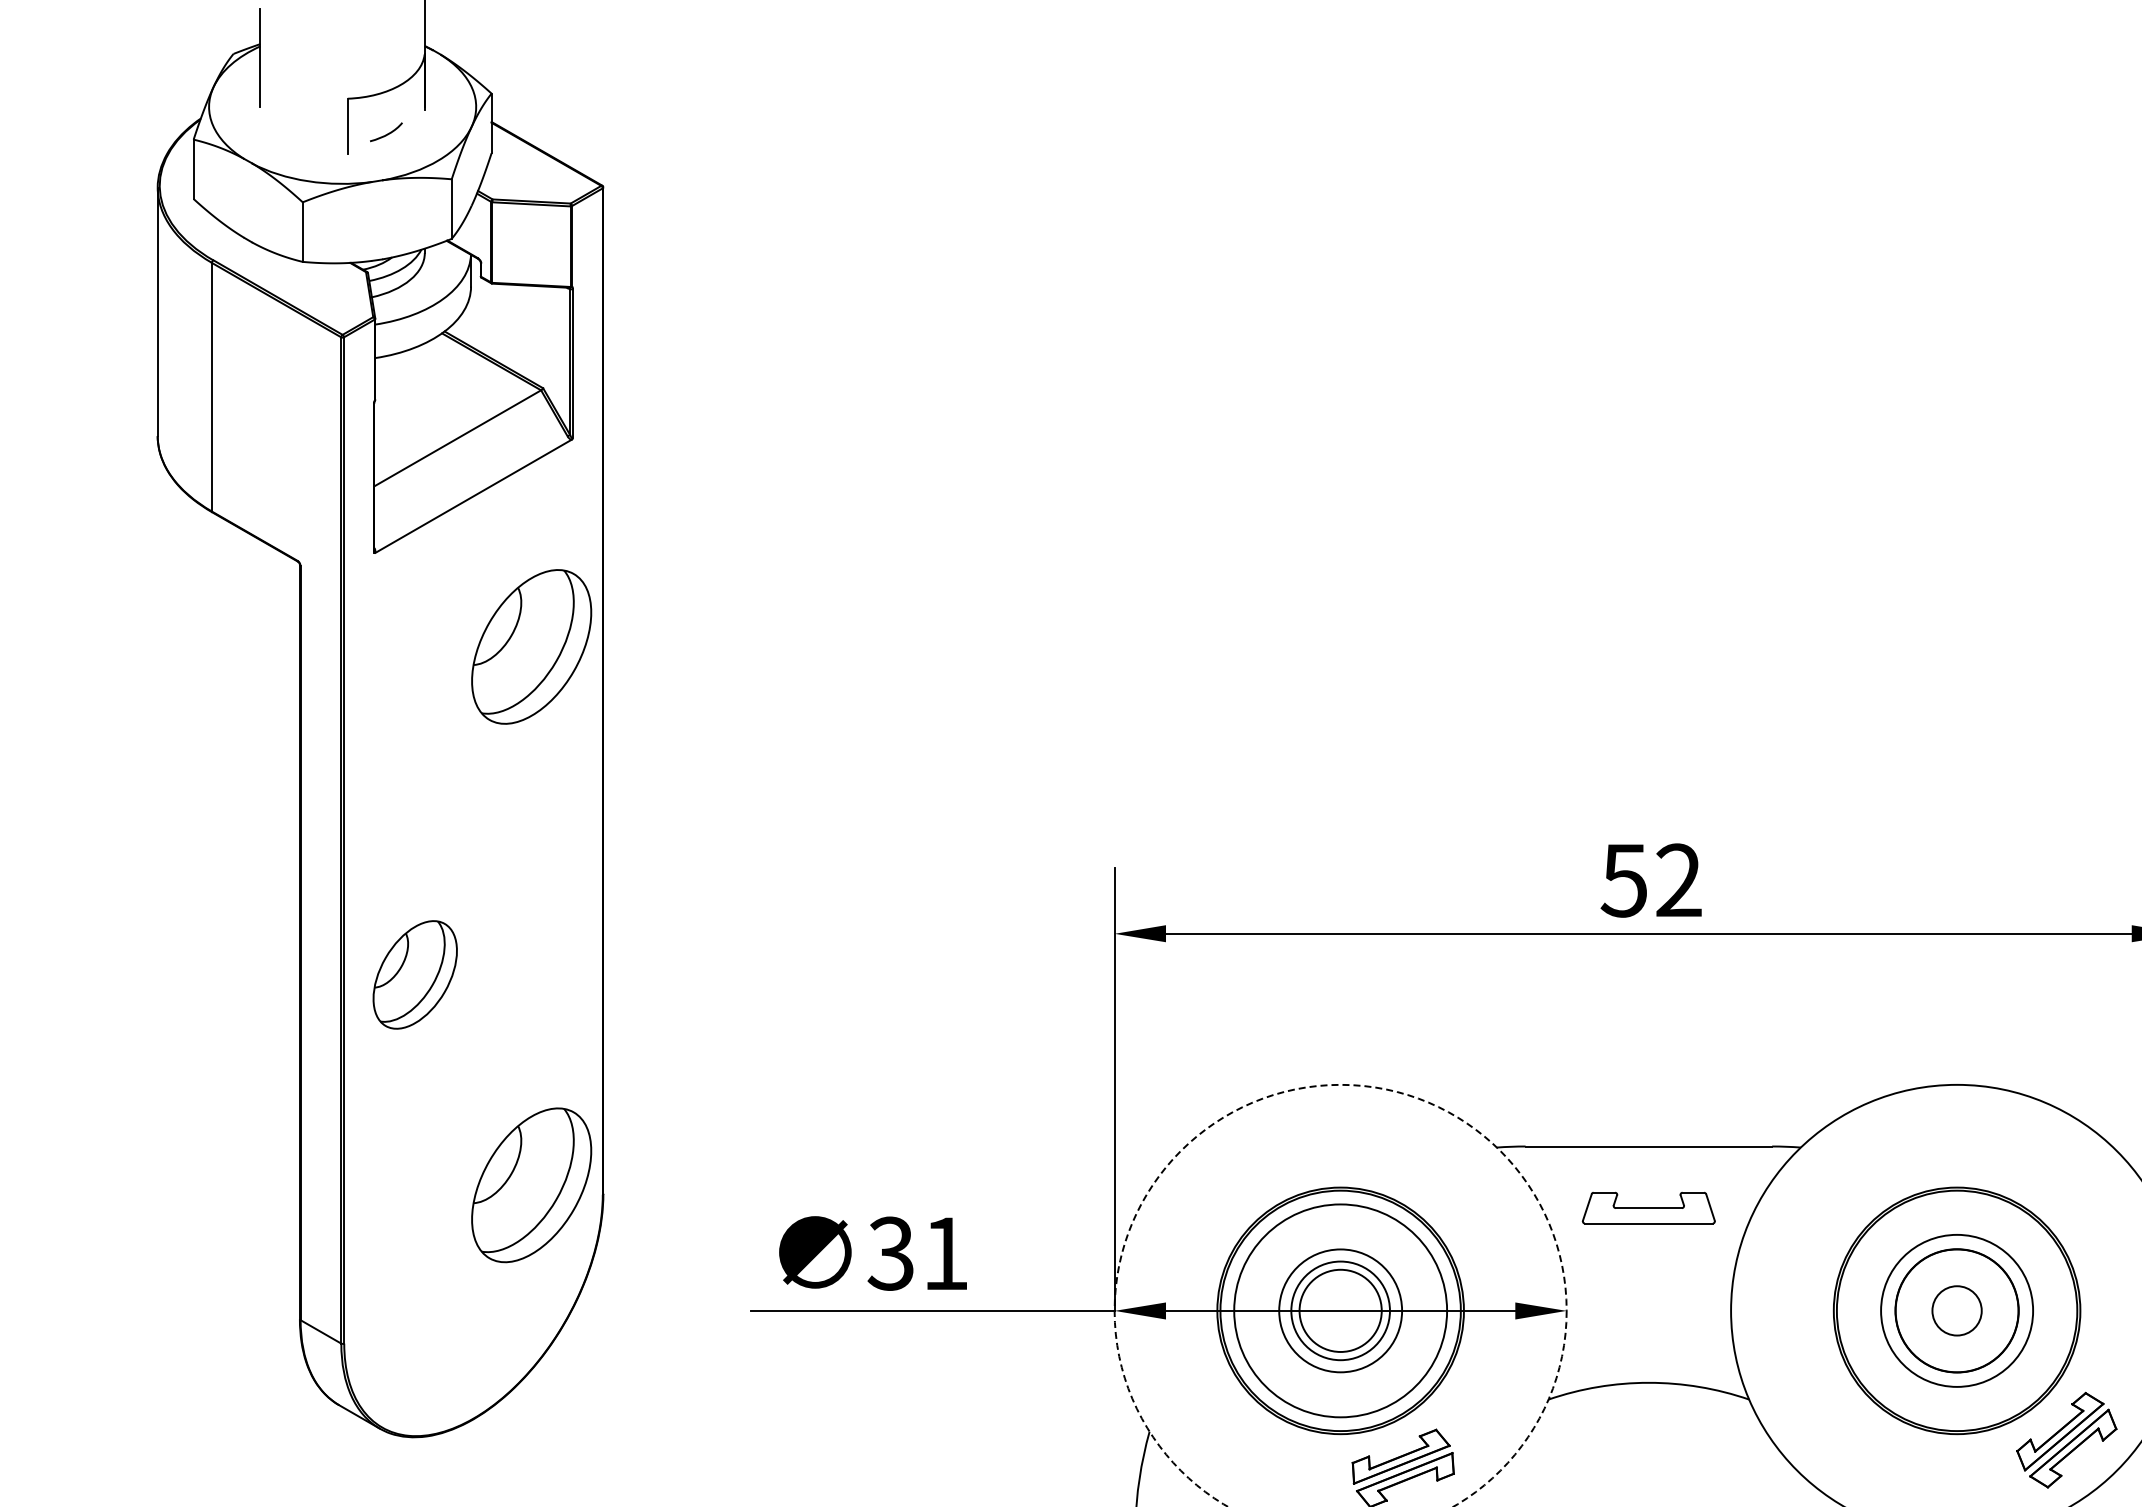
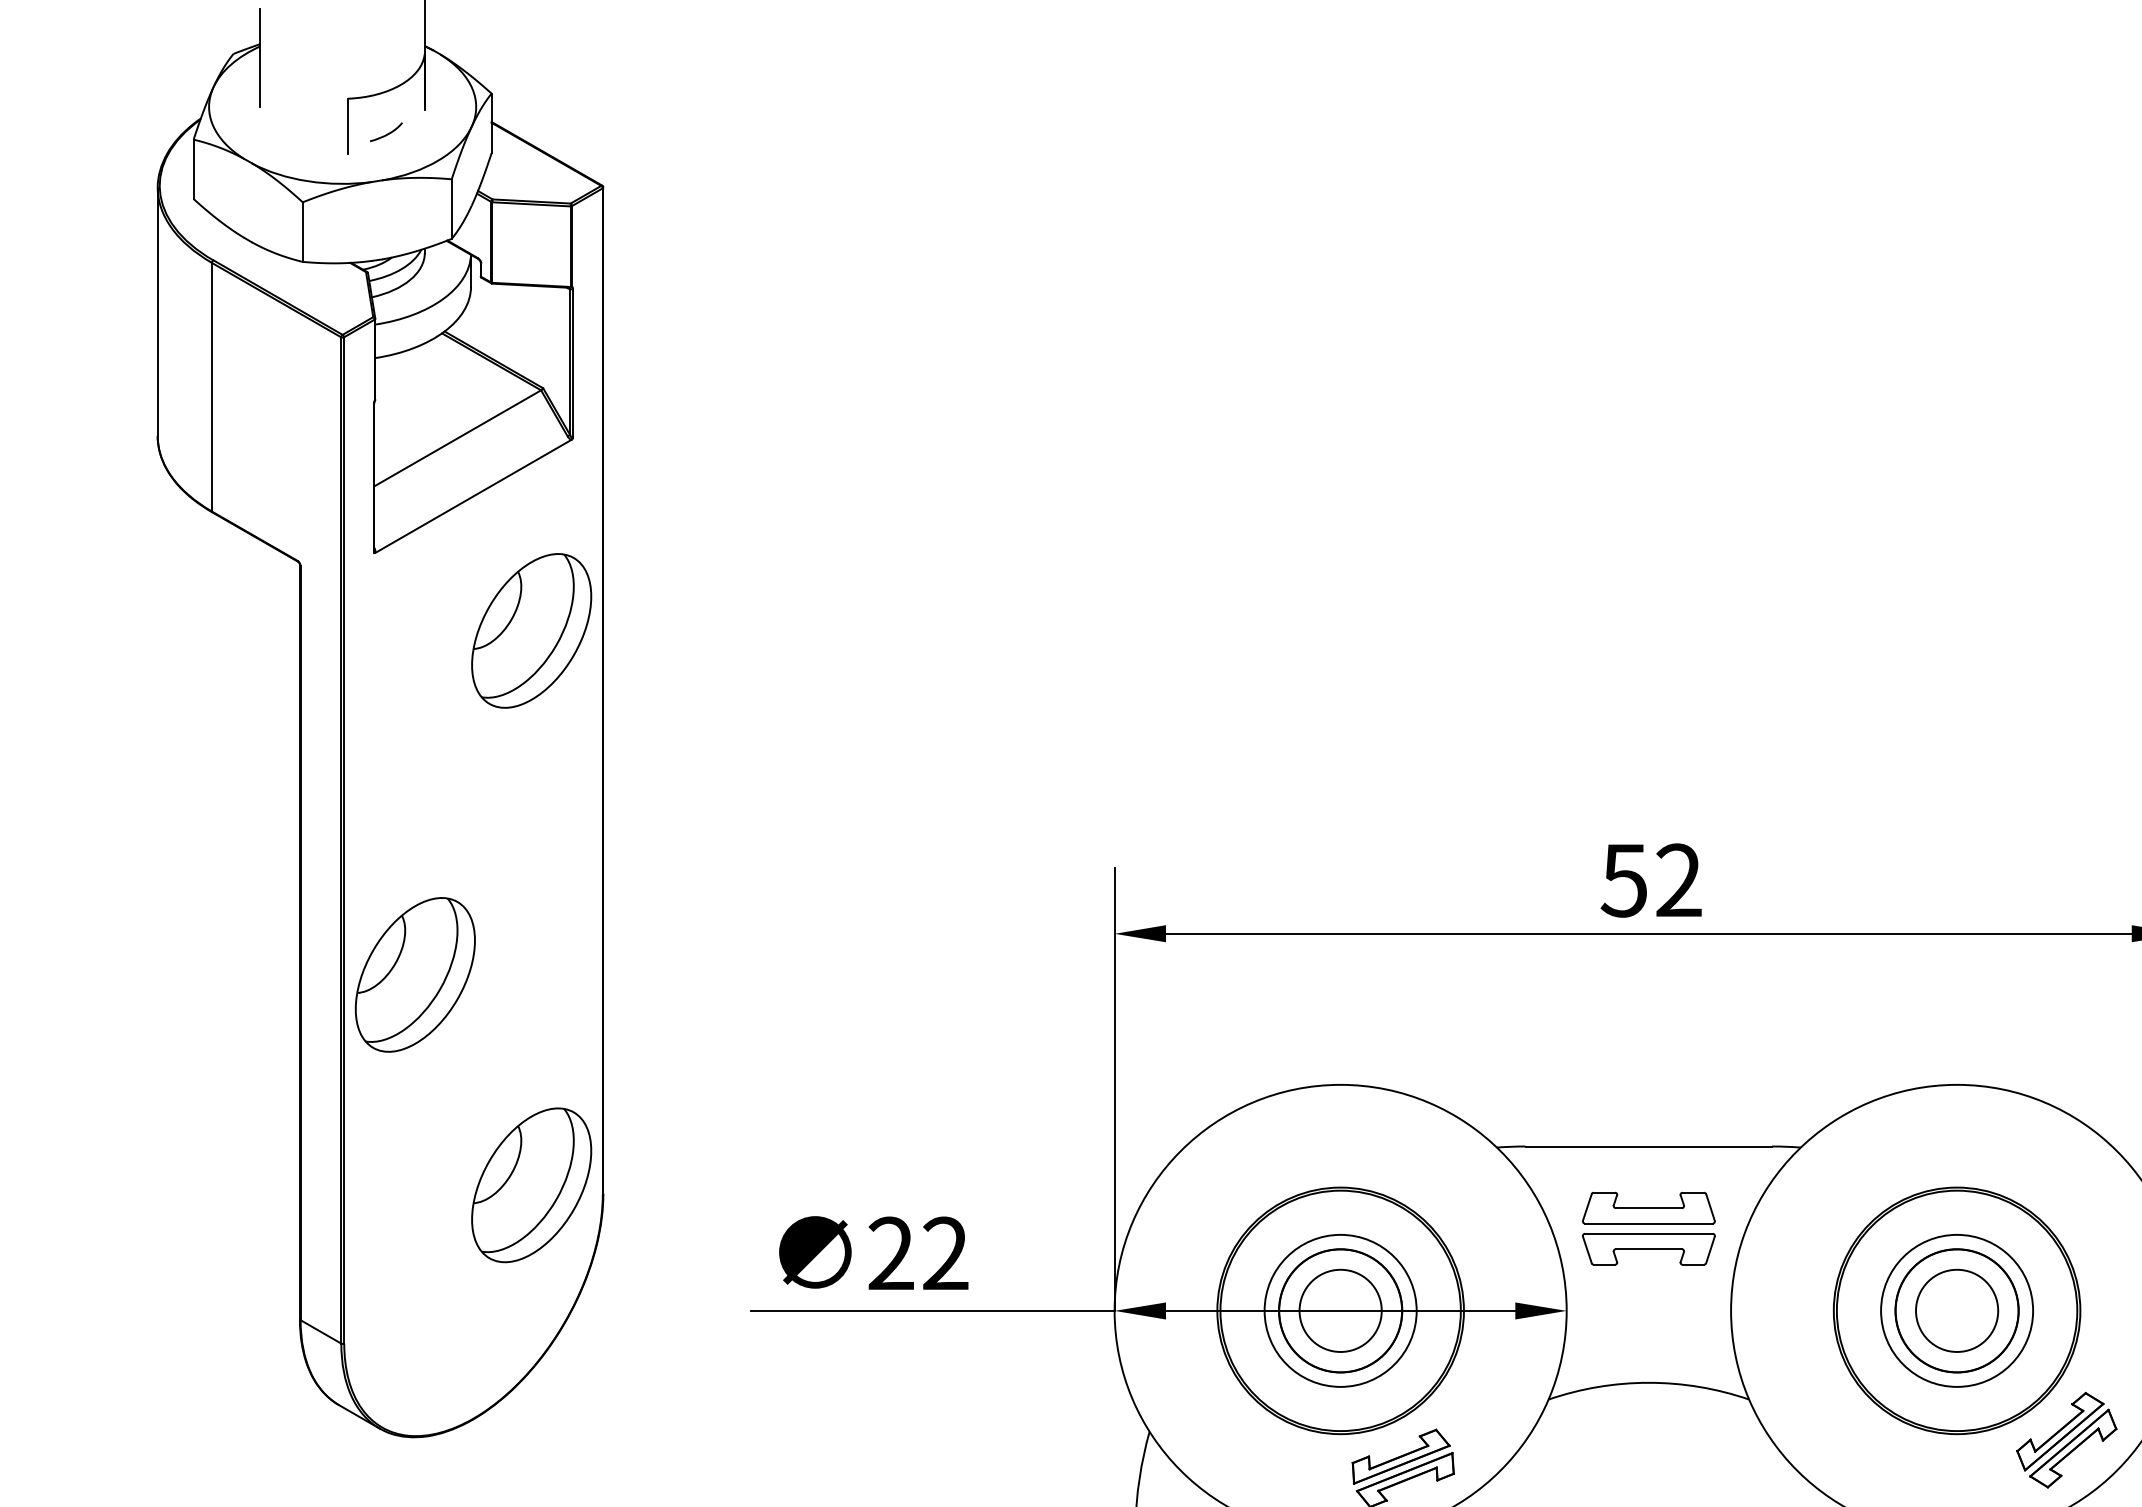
part at (531, 646) position: (531, 646) -> (531, 630)
part at (414, 974) size: 86x110 px -> 122x156 px
part at (1648, 1249): none -> present
text at (917, 1253): 31 -> 22
circle at (1340, 1295): dashed -> solid
circle at (1340, 1310) diameter: 213 px -> 152 px
circle at (1340, 1310) diameter: 99 px -> 123 px
circle at (1956, 1310) diameter: 49 px -> 82 px
